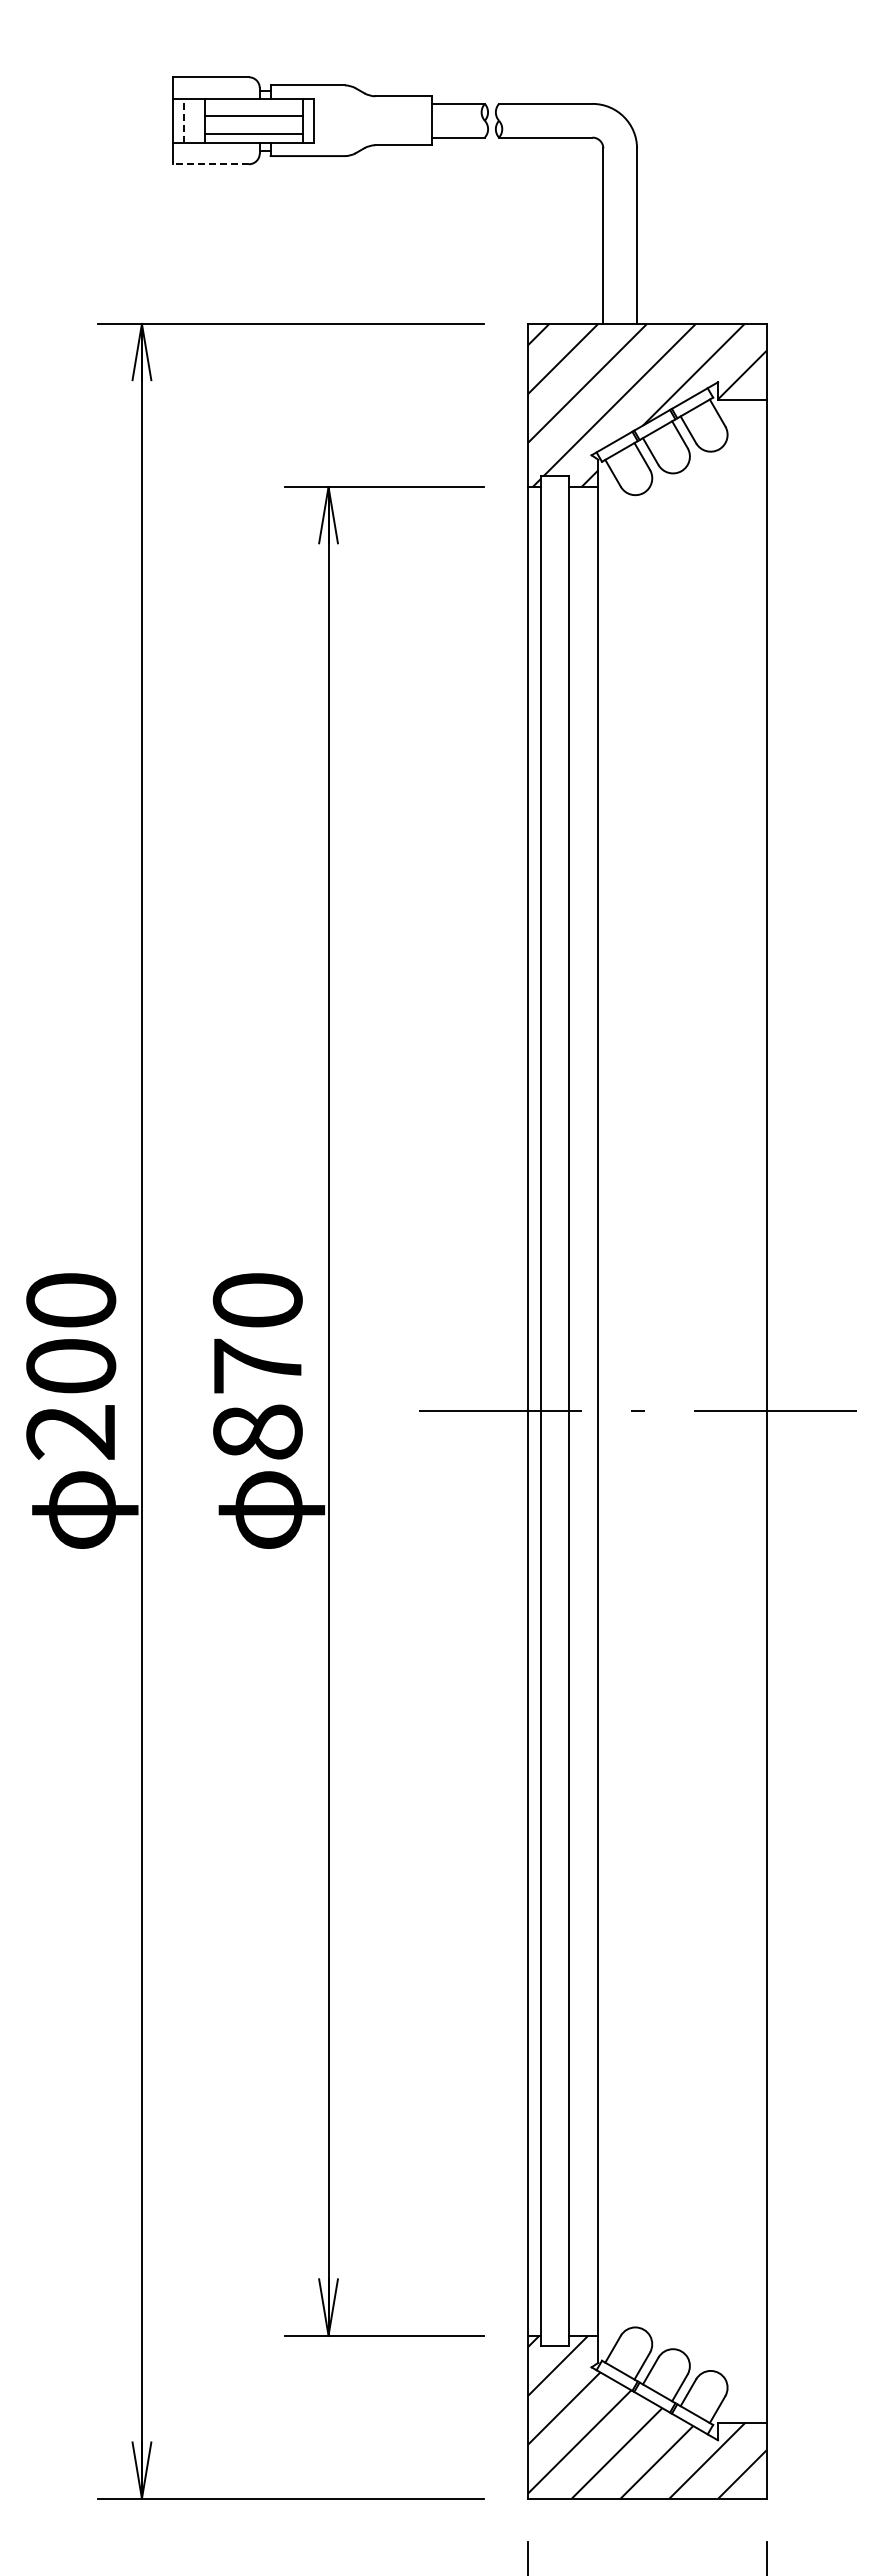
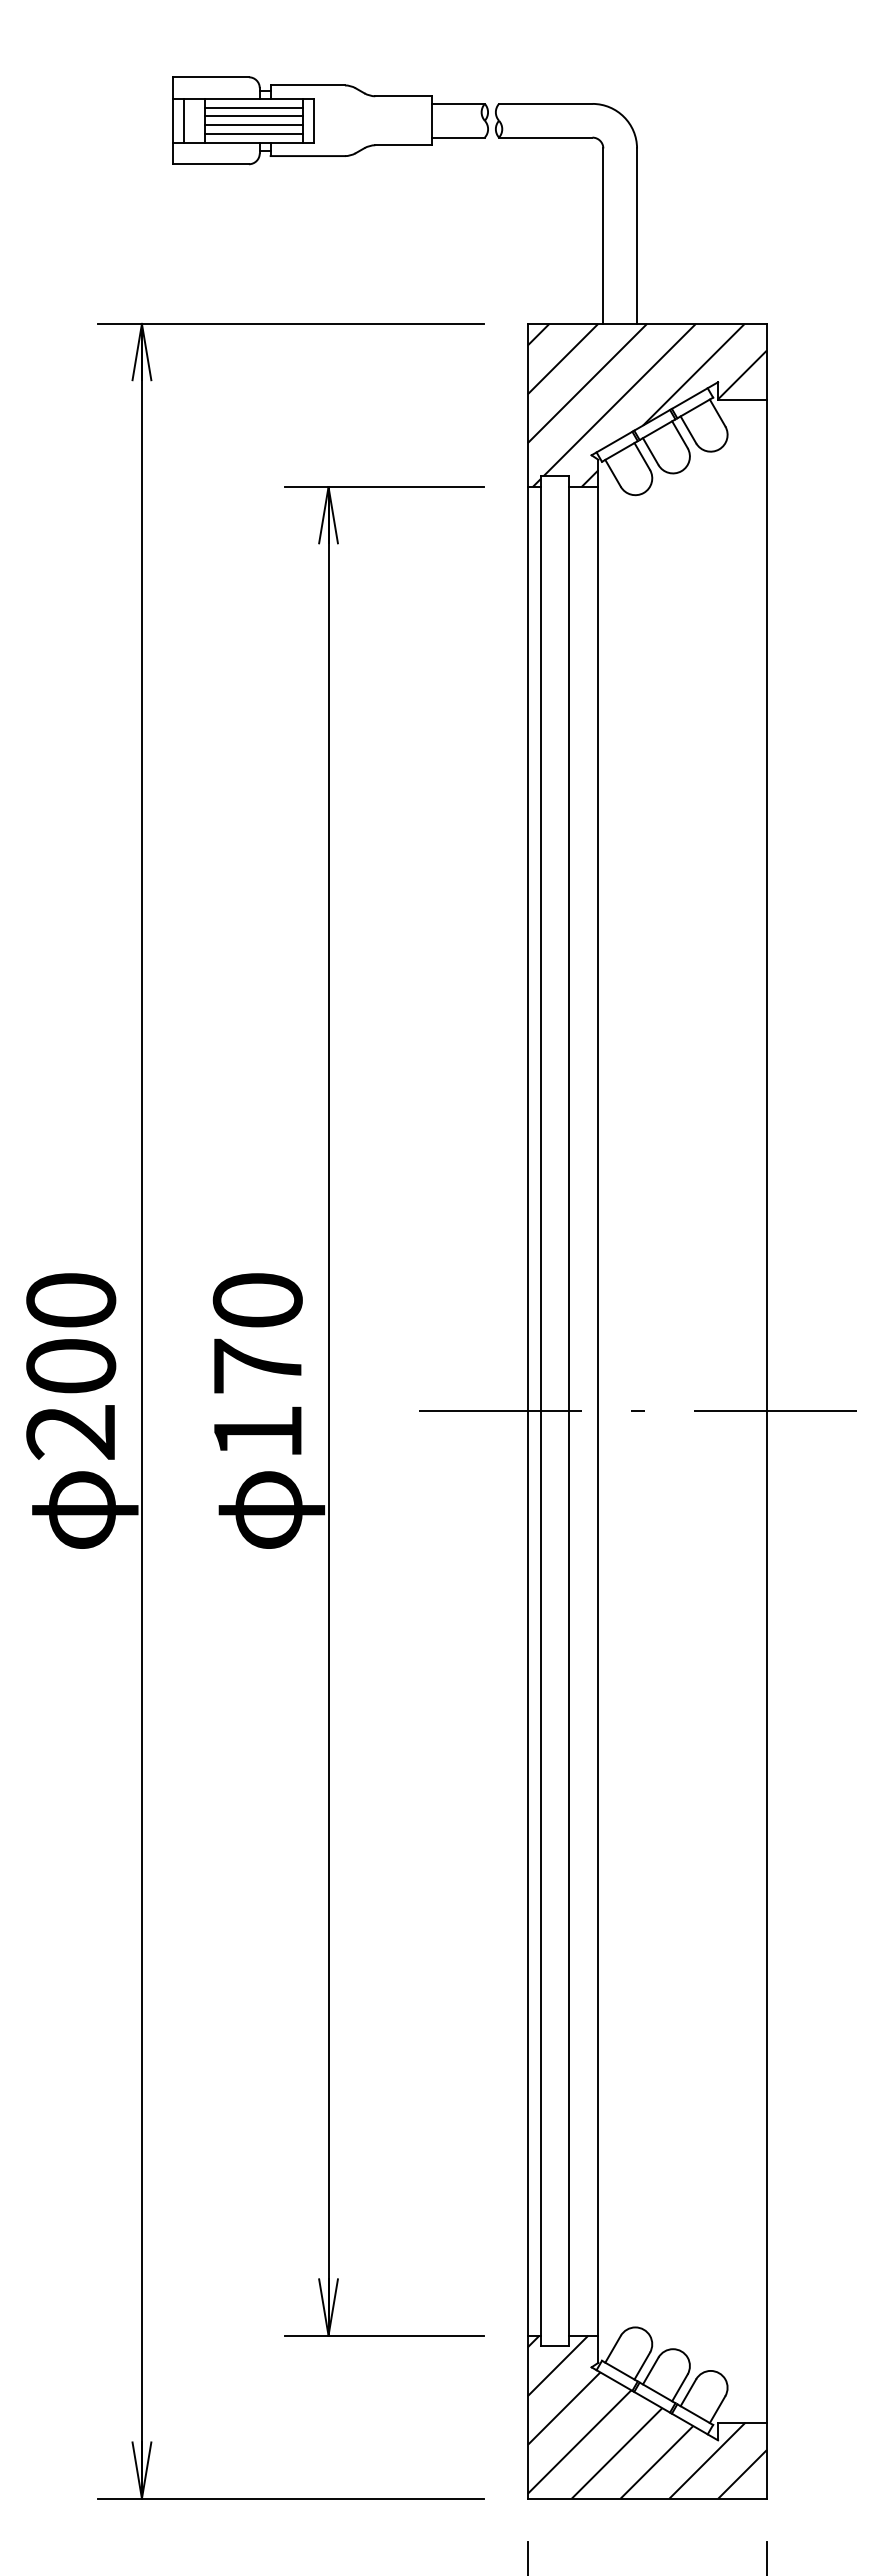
line at (254, 107): none -> present
line at (183, 120): dashed -> solid
line at (254, 125): none -> present
line at (210, 164): dashed -> solid
text at (257, 1431): 870 -> 170
